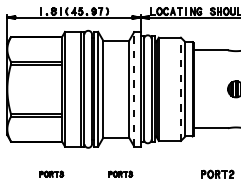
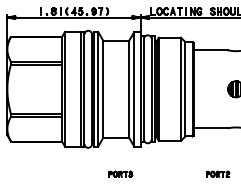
line at (134, 88): dashed -> solid
line at (180, 89): dashed -> solid
part at (51, 173): present -> none
part at (217, 173) size: 34x10 px -> 25x8 px
